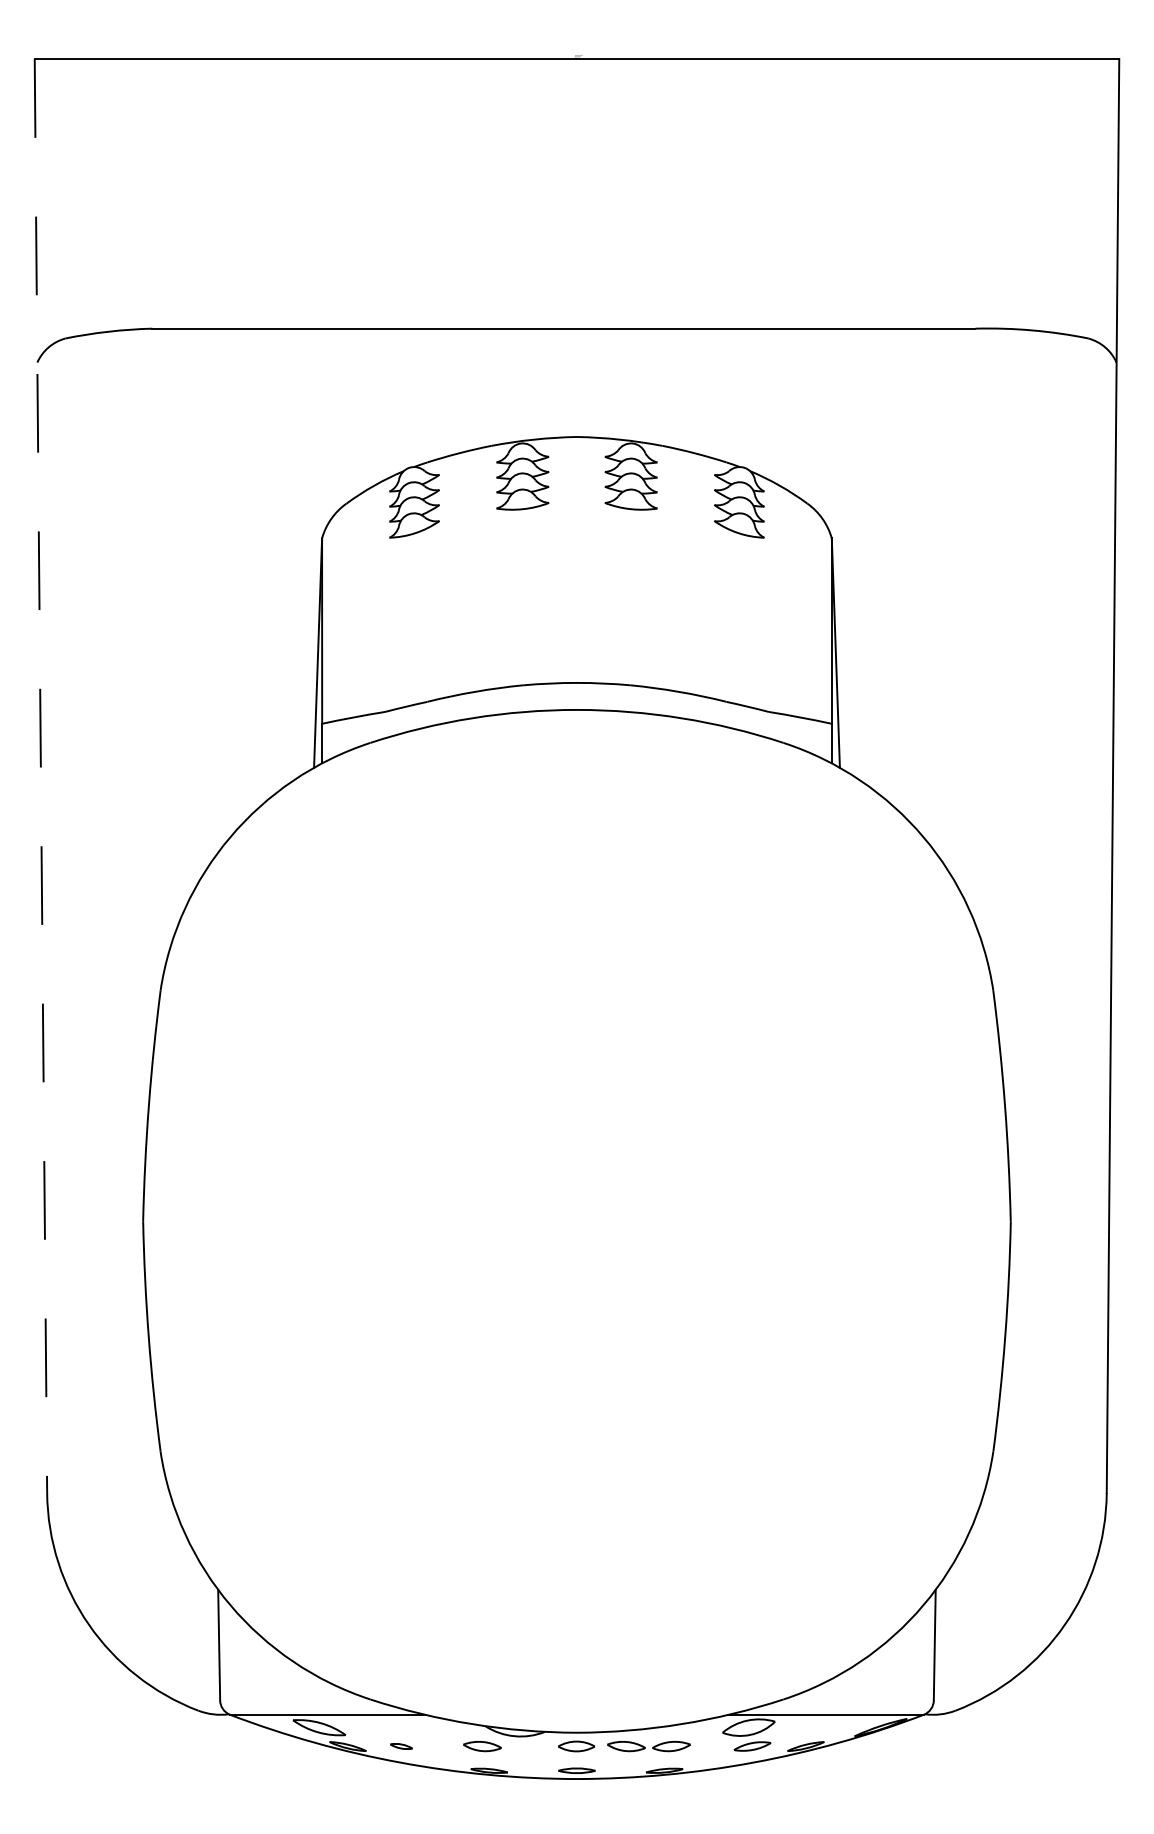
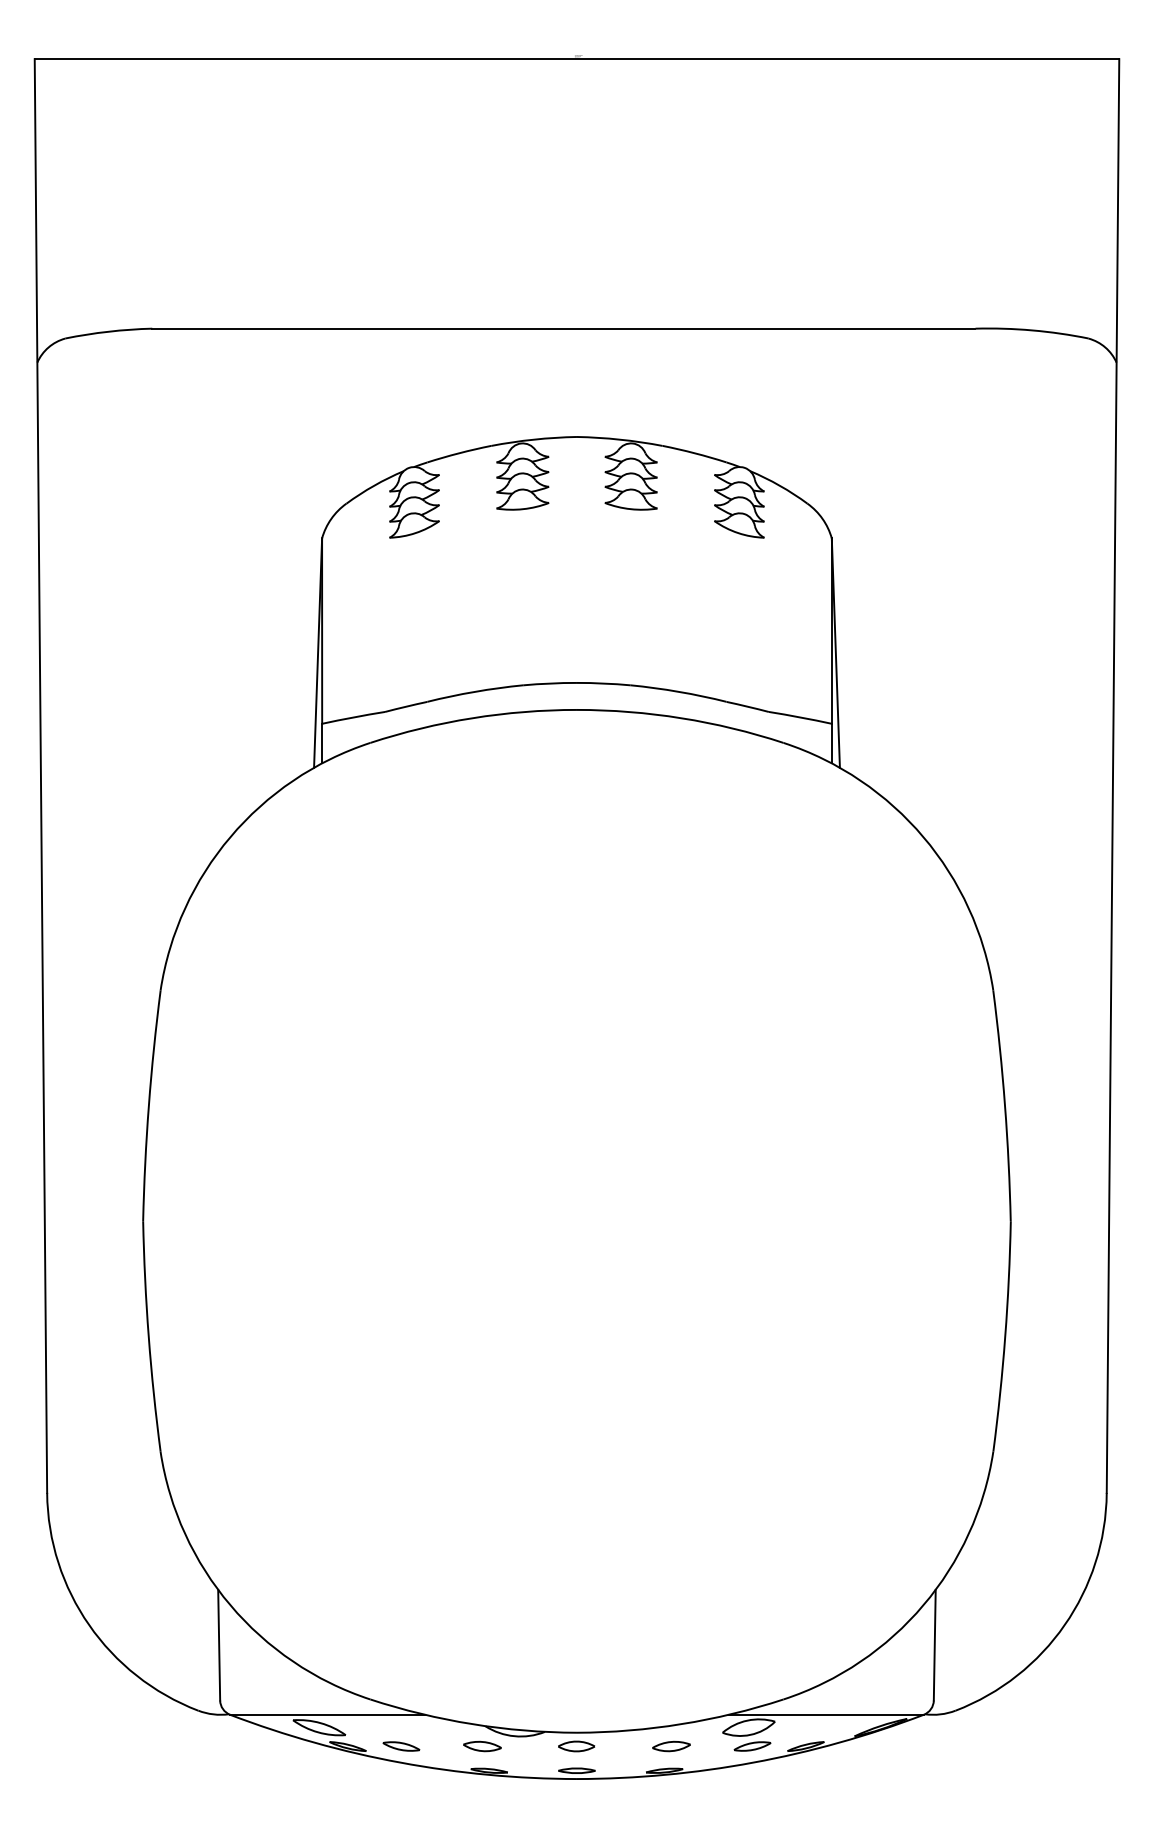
line at (40, 776): dashed -> solid
part at (401, 1746) size: 23x7 px -> 39x11 px
part at (626, 1746): present -> none
